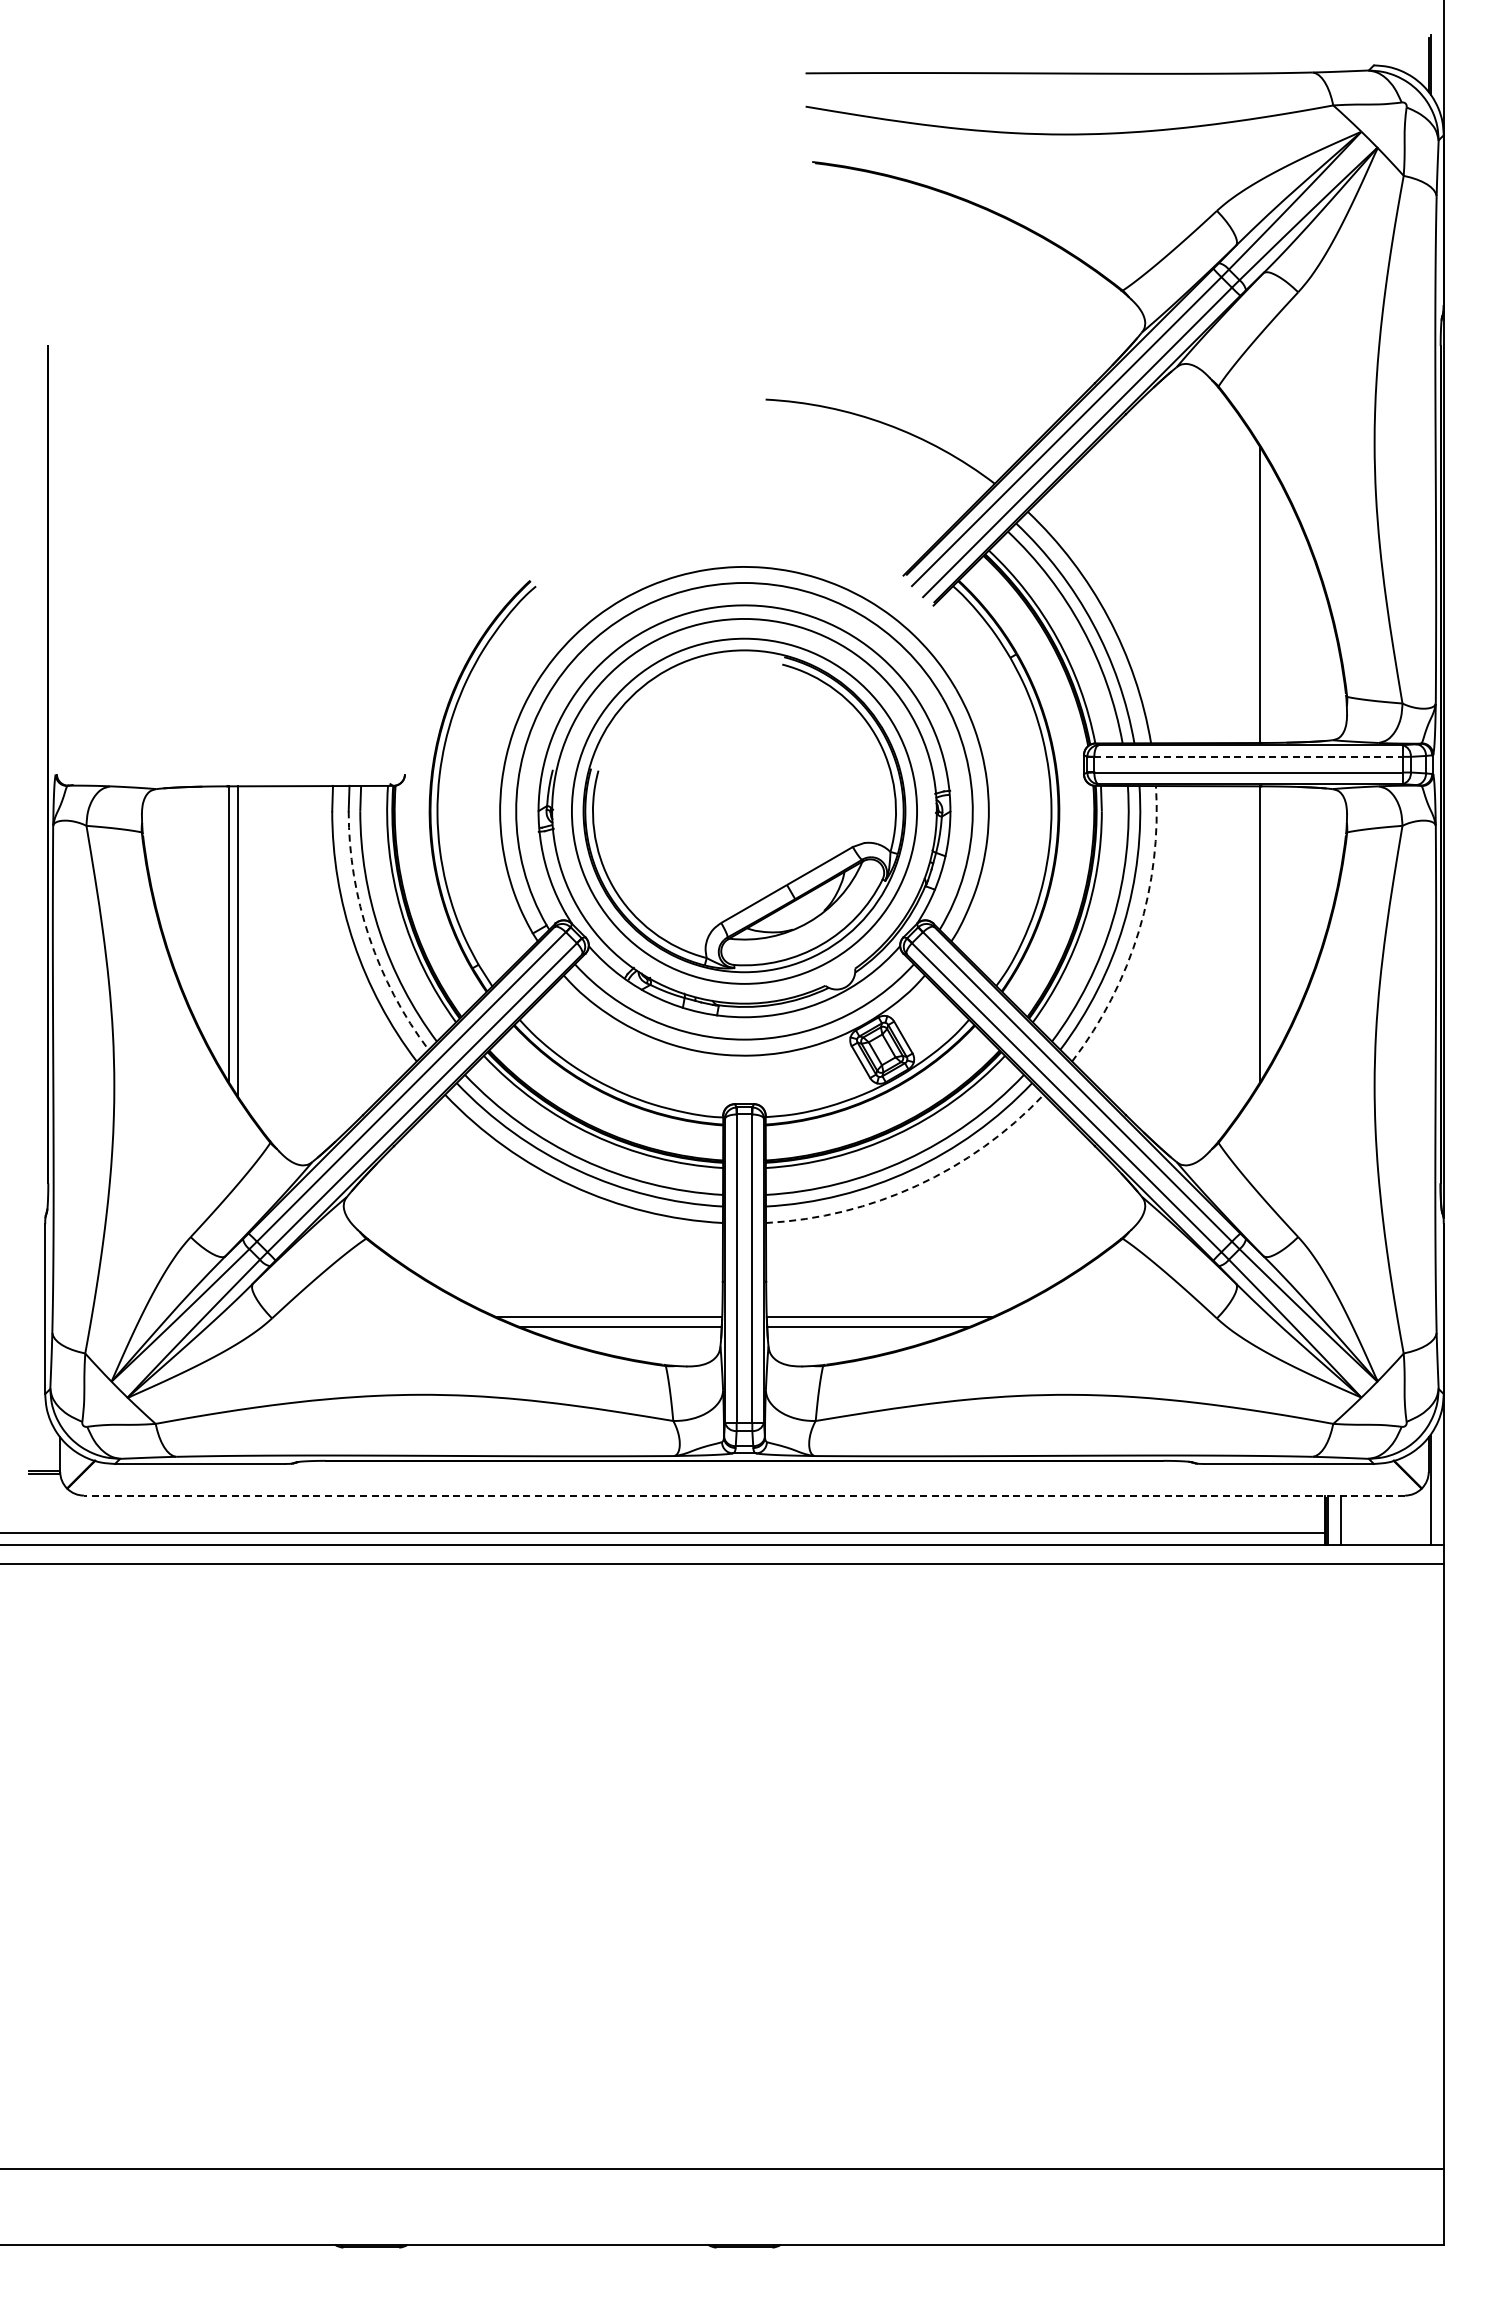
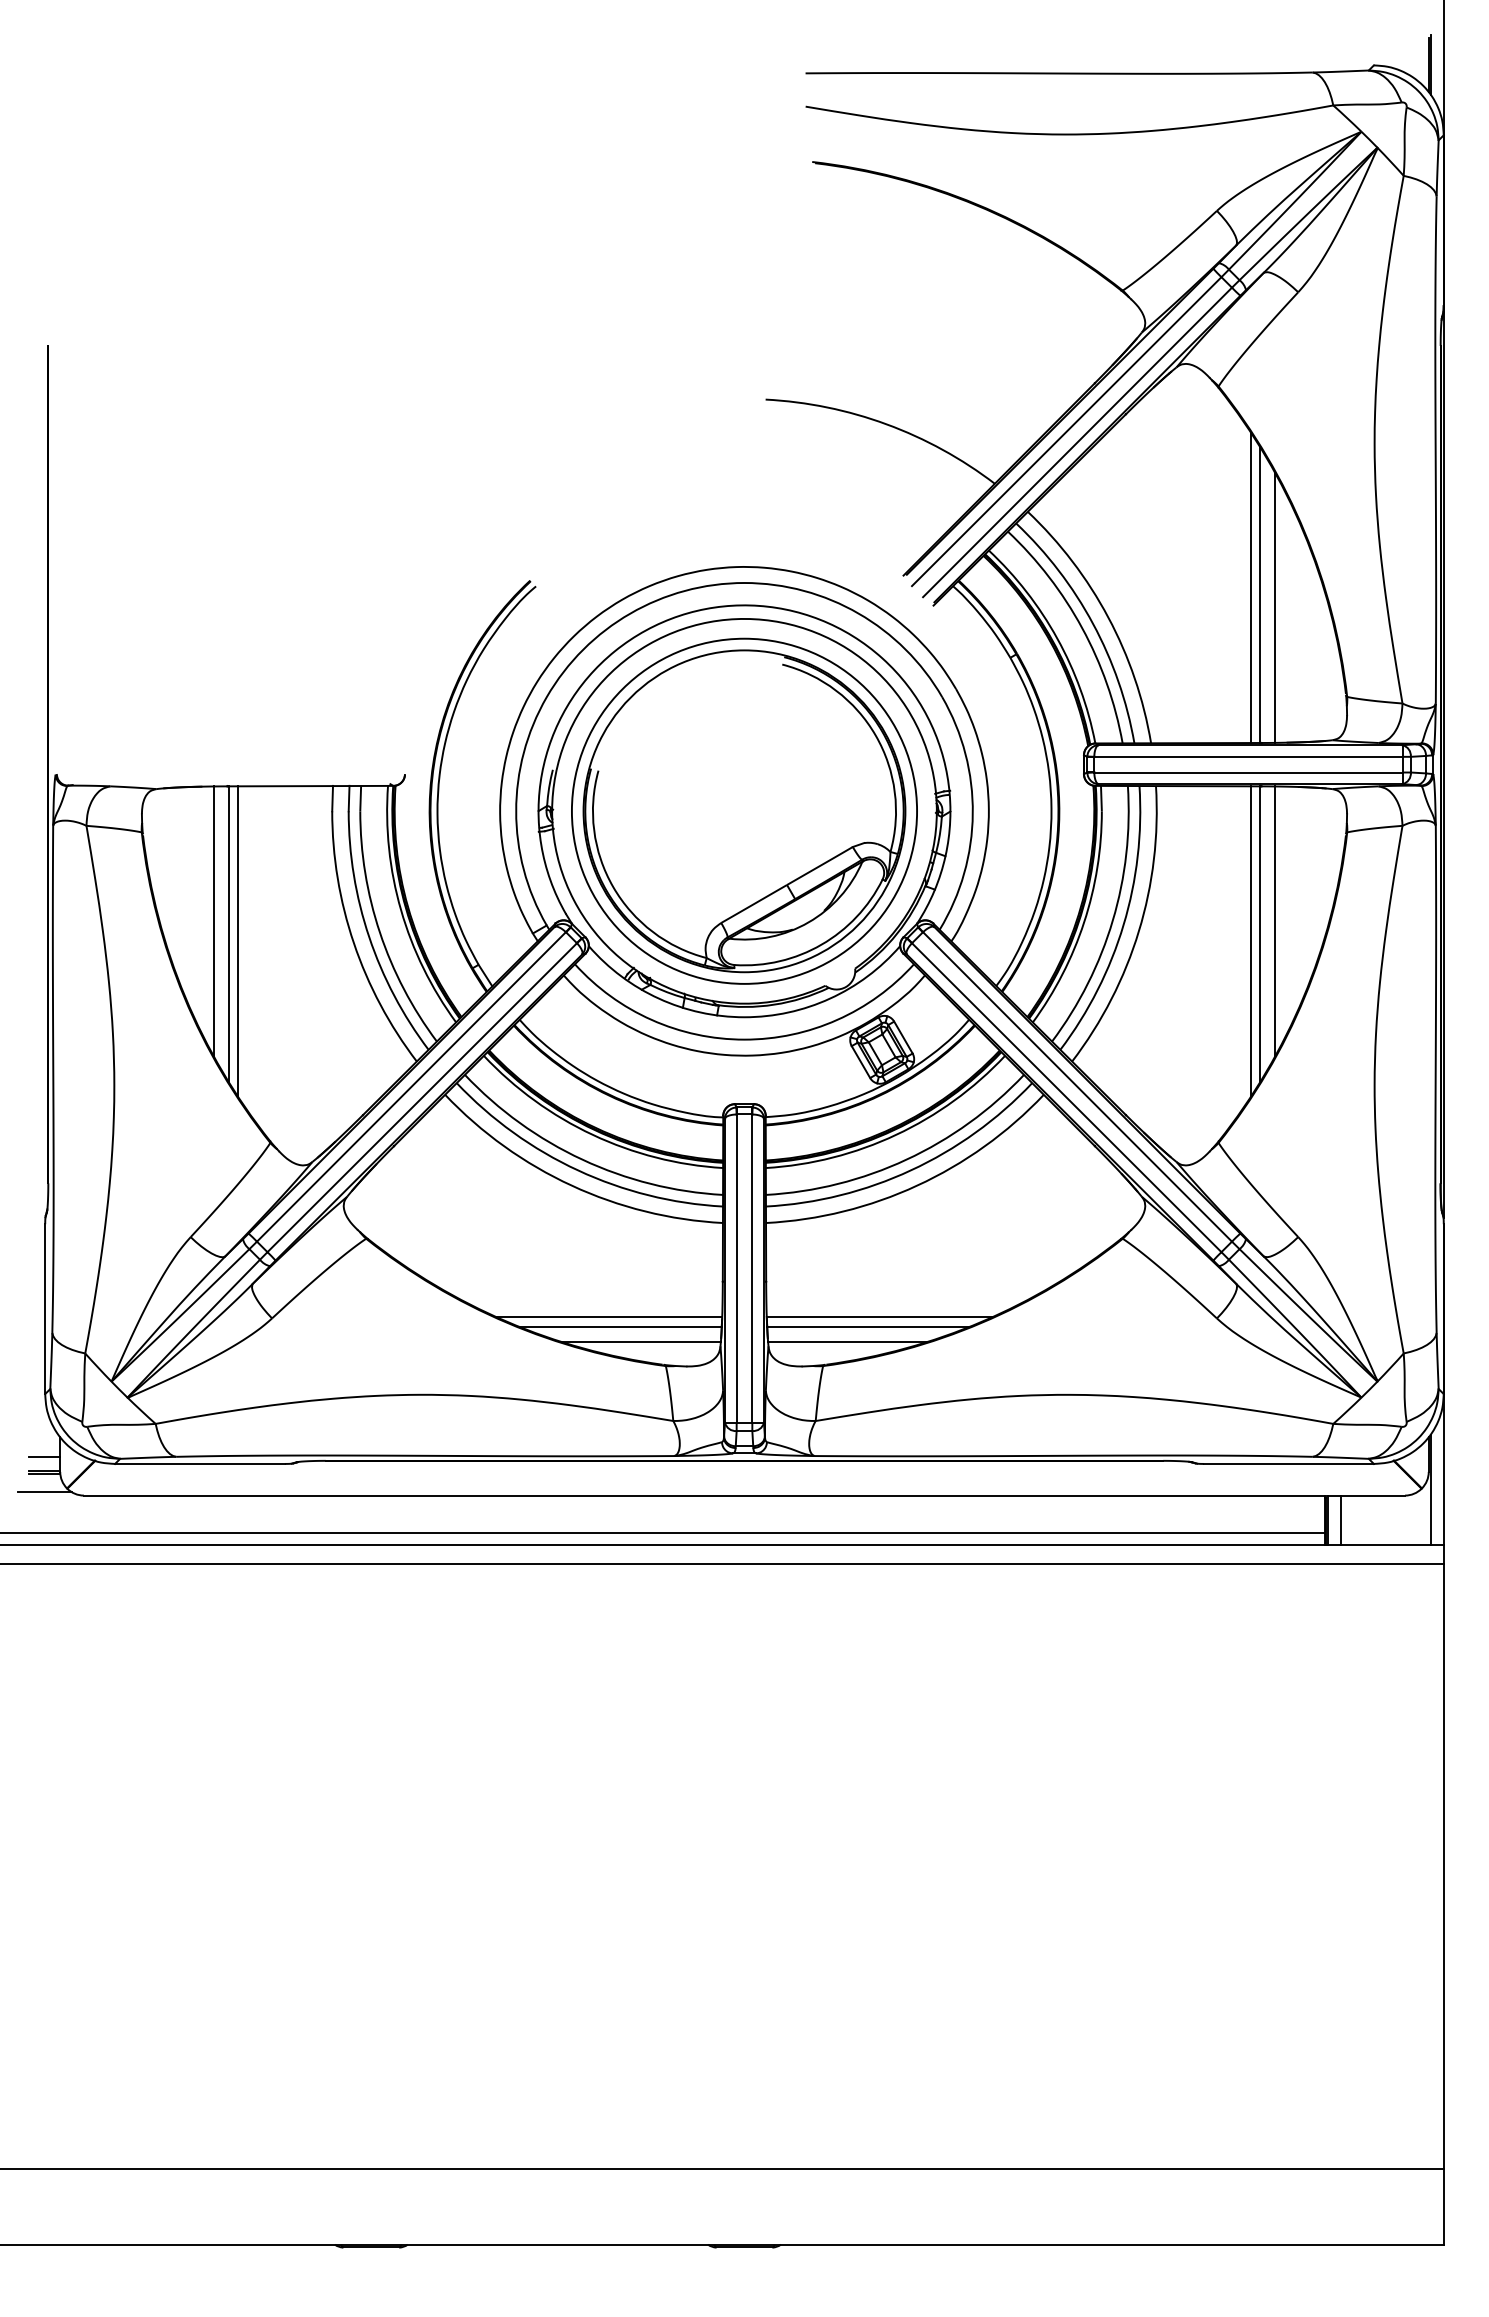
line at (1250, 587): none -> present
line at (1274, 607): none -> present
line at (1248, 756): dashed -> solid
line at (214, 921): none -> present
line at (1274, 921): none -> present
arc at (1138, 931): dashed -> solid
arc at (369, 937): dashed -> solid
line at (1250, 941): none -> present
arc at (917, 1185): dashed -> solid
line at (640, 1341): none -> present
line at (848, 1341): none -> present
line at (44, 1457): none -> present
line at (44, 1492): none -> present
line at (744, 1495): dashed -> solid
